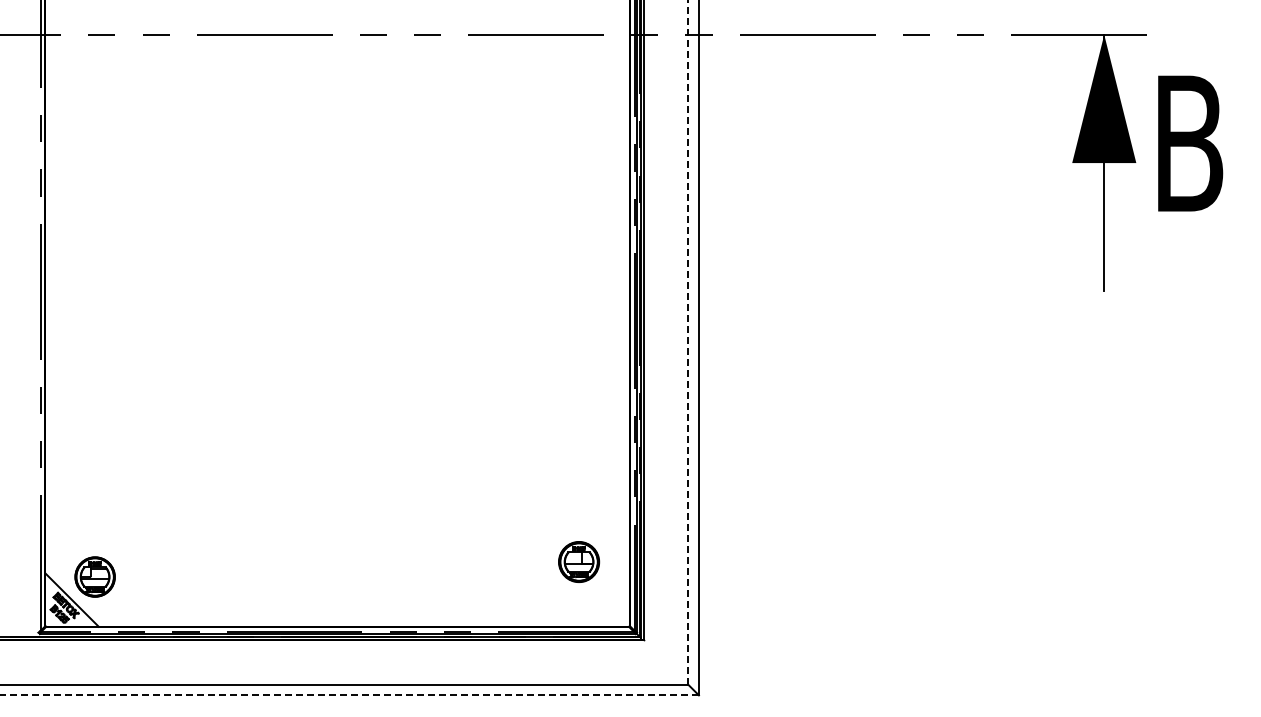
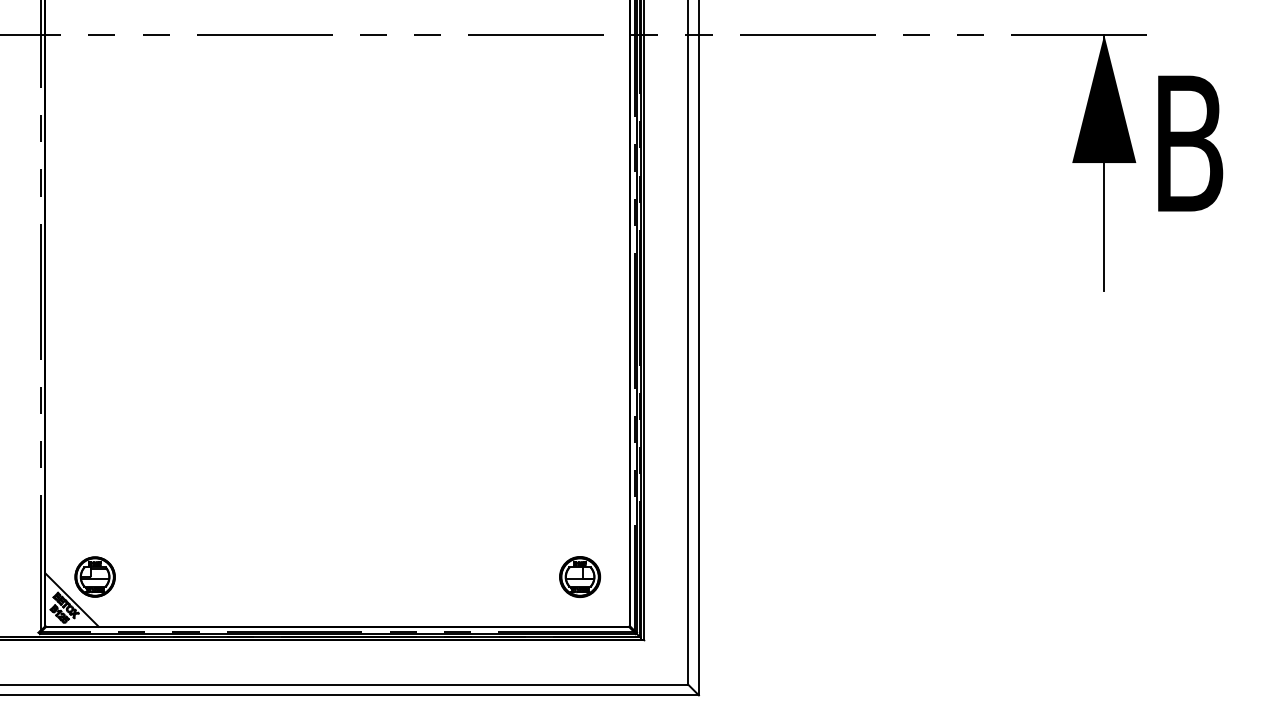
line at (688, 342): dashed -> solid
part at (579, 561) position: (579, 561) -> (580, 576)
line at (348, 695): dashed -> solid
